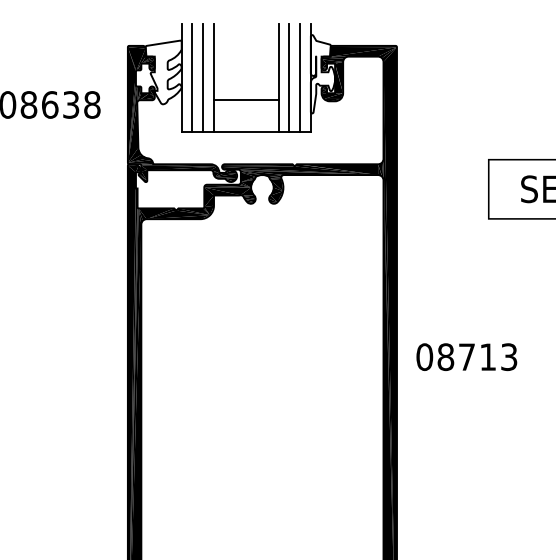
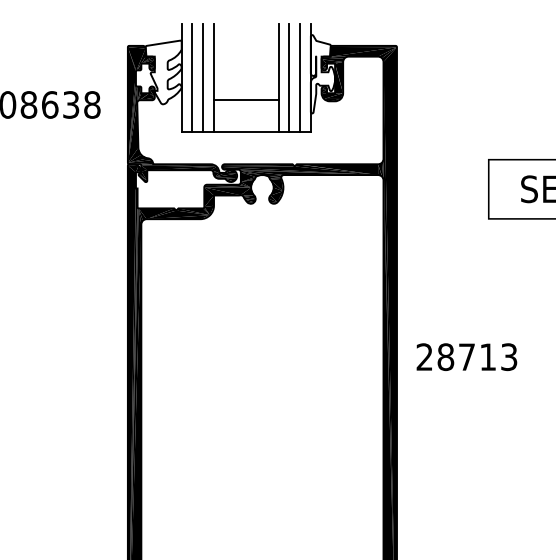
text at (424, 356): 08713 -> 28713
